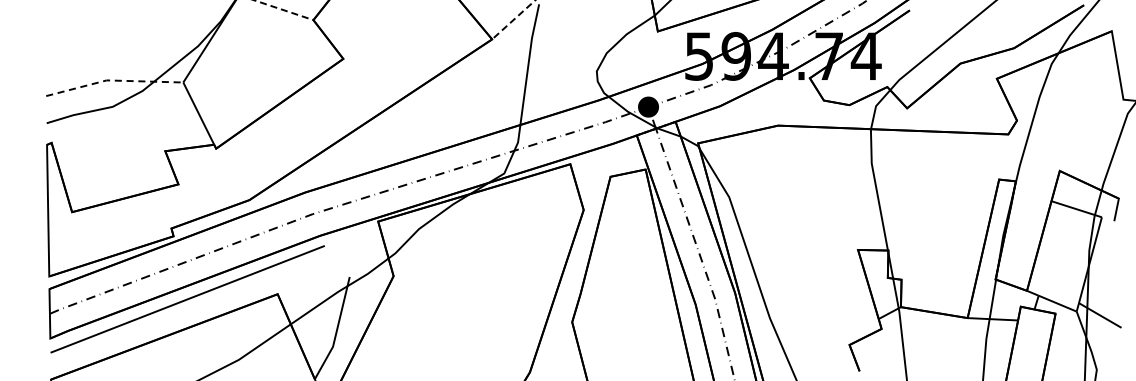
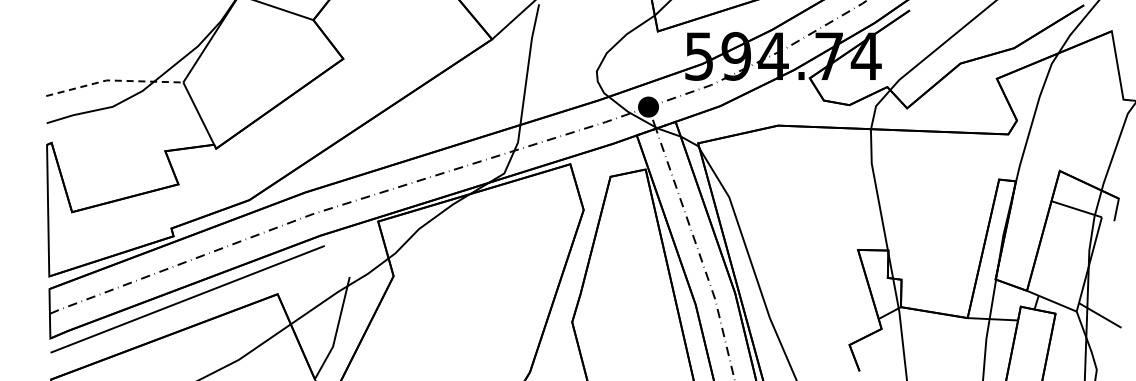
line at (283, 10): dashed -> solid
line at (513, 20): dashed -> solid
